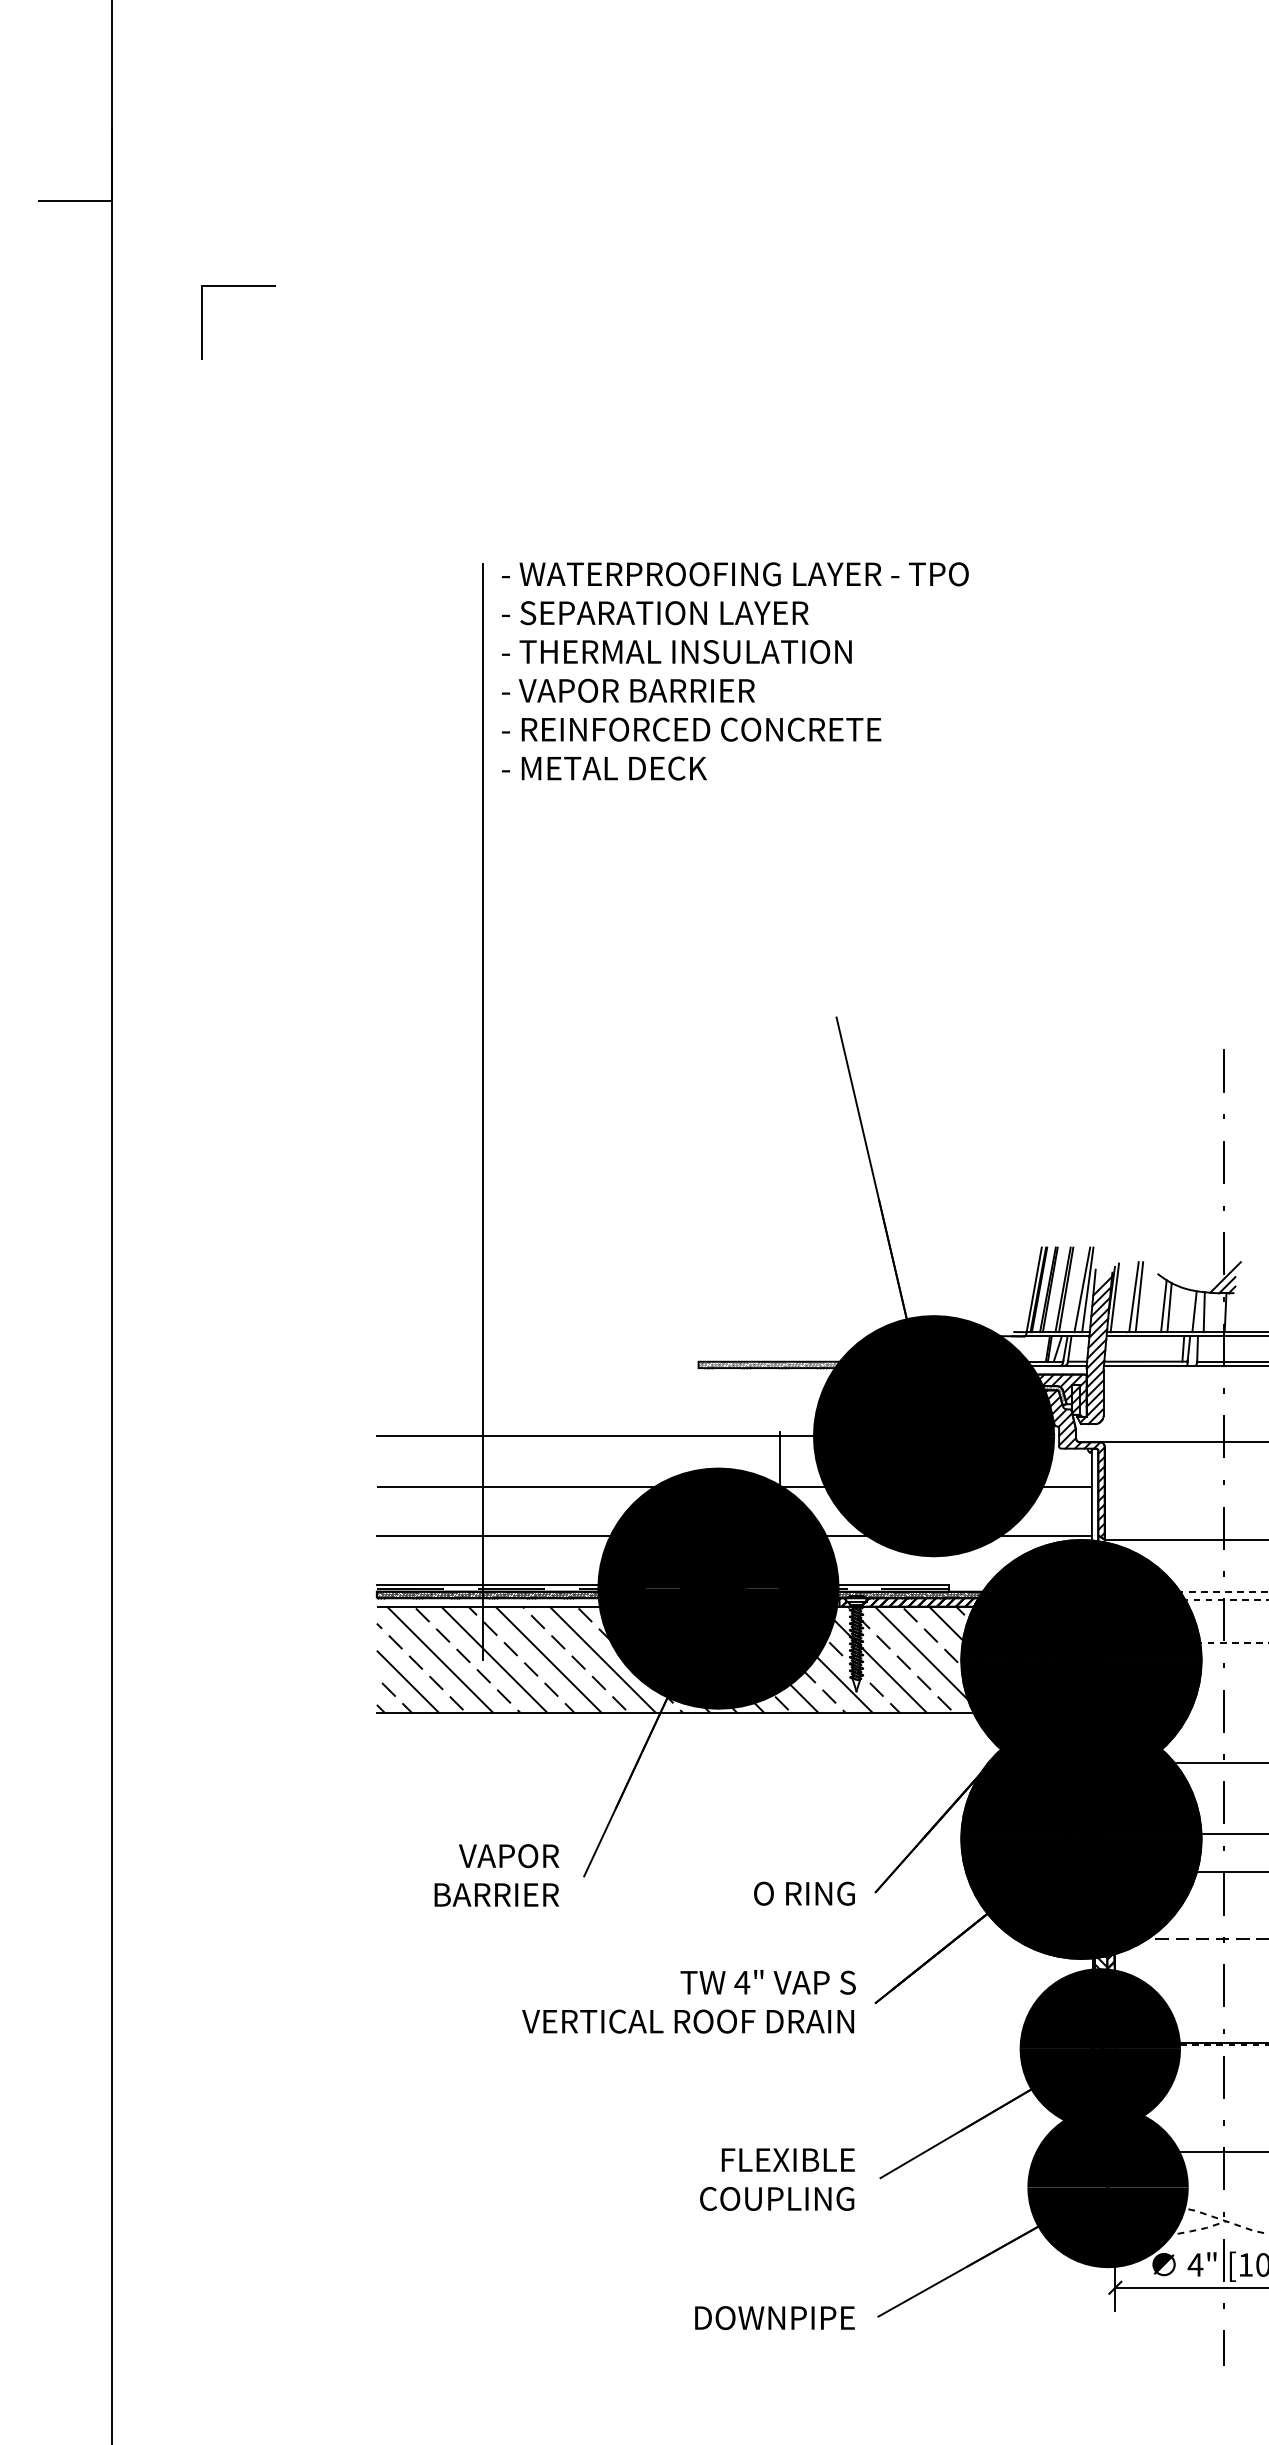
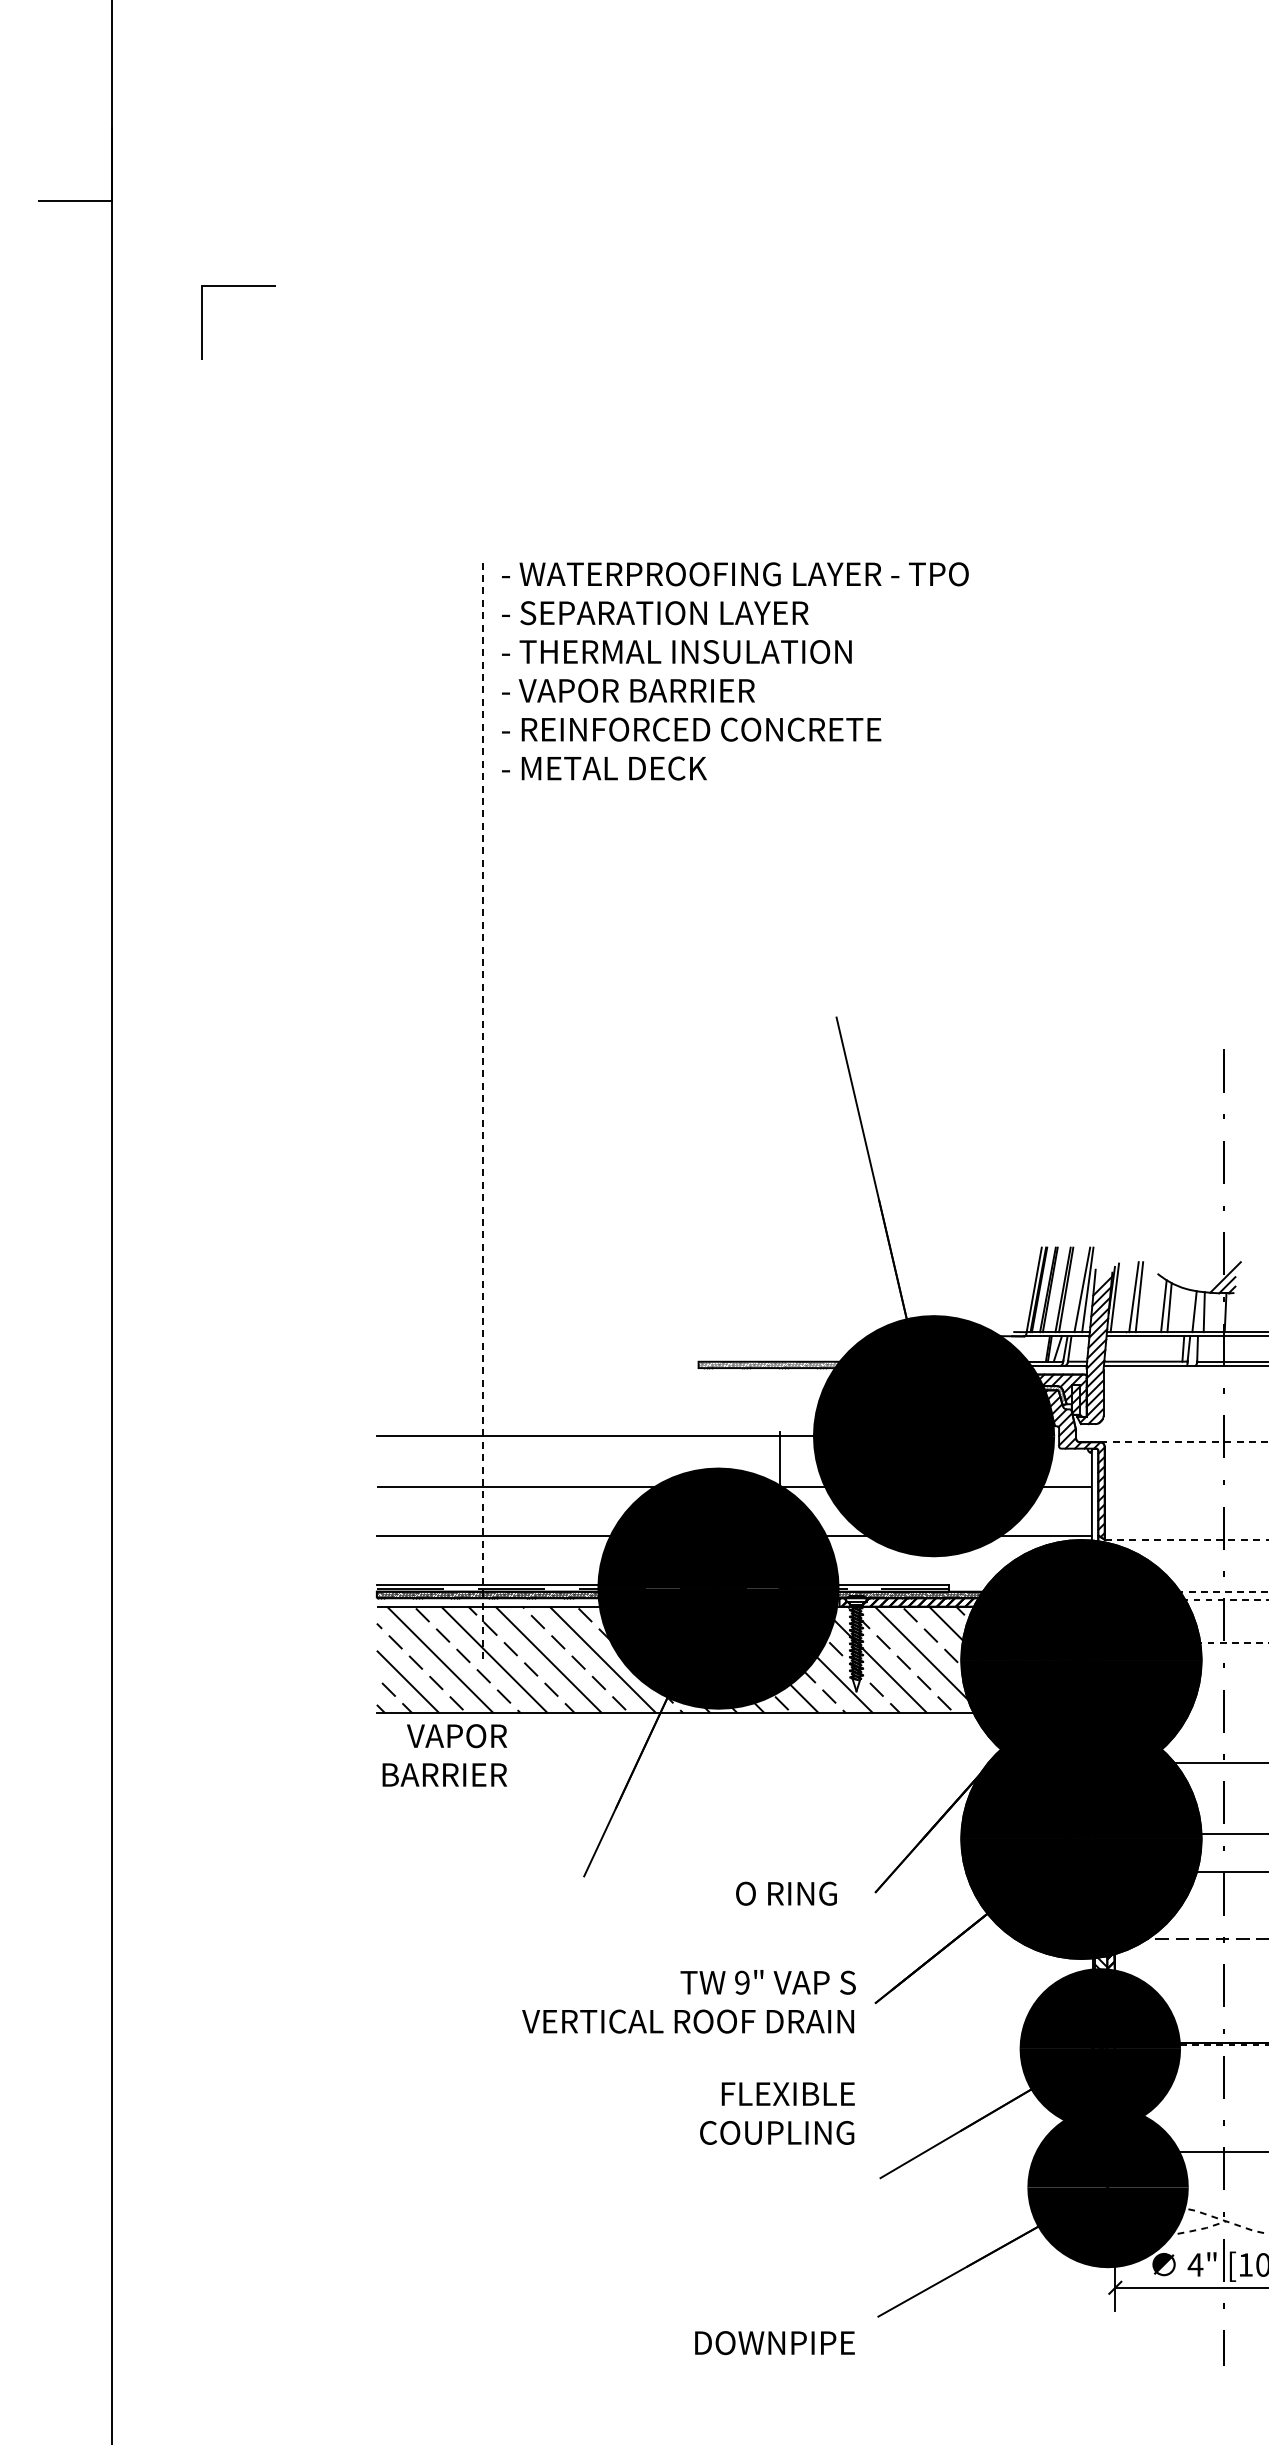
line at (482, 1112): solid -> dashed
line at (1184, 1442): solid -> dashed
line at (1186, 1539): solid -> dashed
text at (496, 1875) position: (496, 1875) -> (444, 1755)
text at (804, 1893) position: (804, 1893) -> (786, 1893)
text at (742, 1982): 4" -> 9"
text at (777, 2179) position: (777, 2179) -> (777, 2113)
text at (774, 2318) position: (774, 2318) -> (774, 2343)
